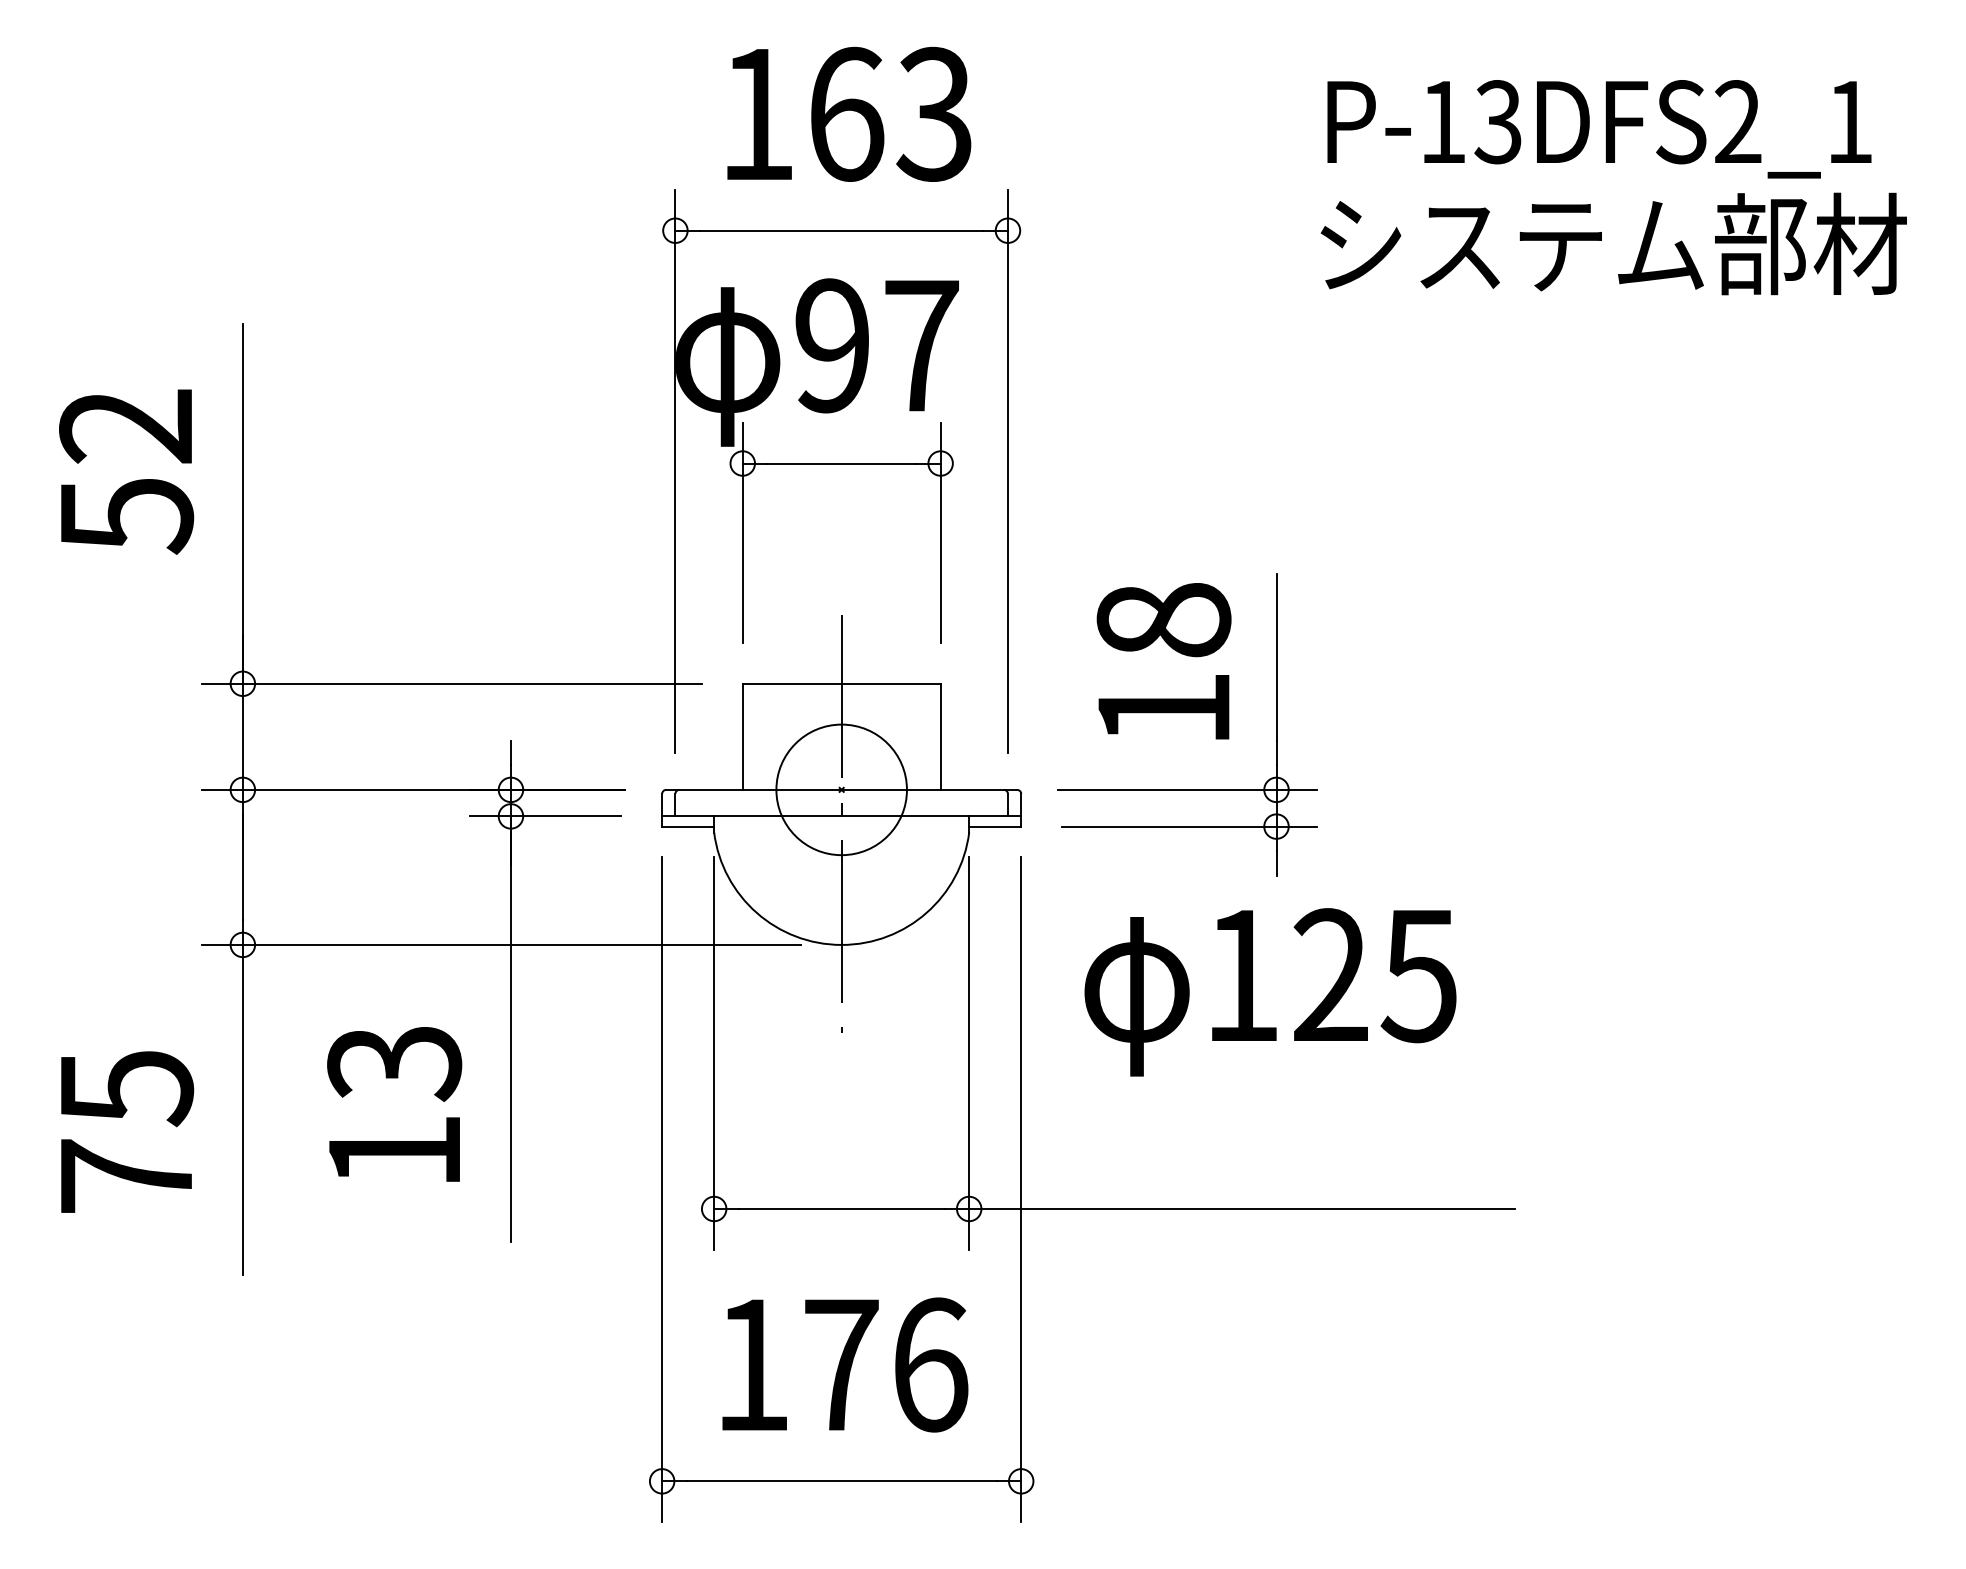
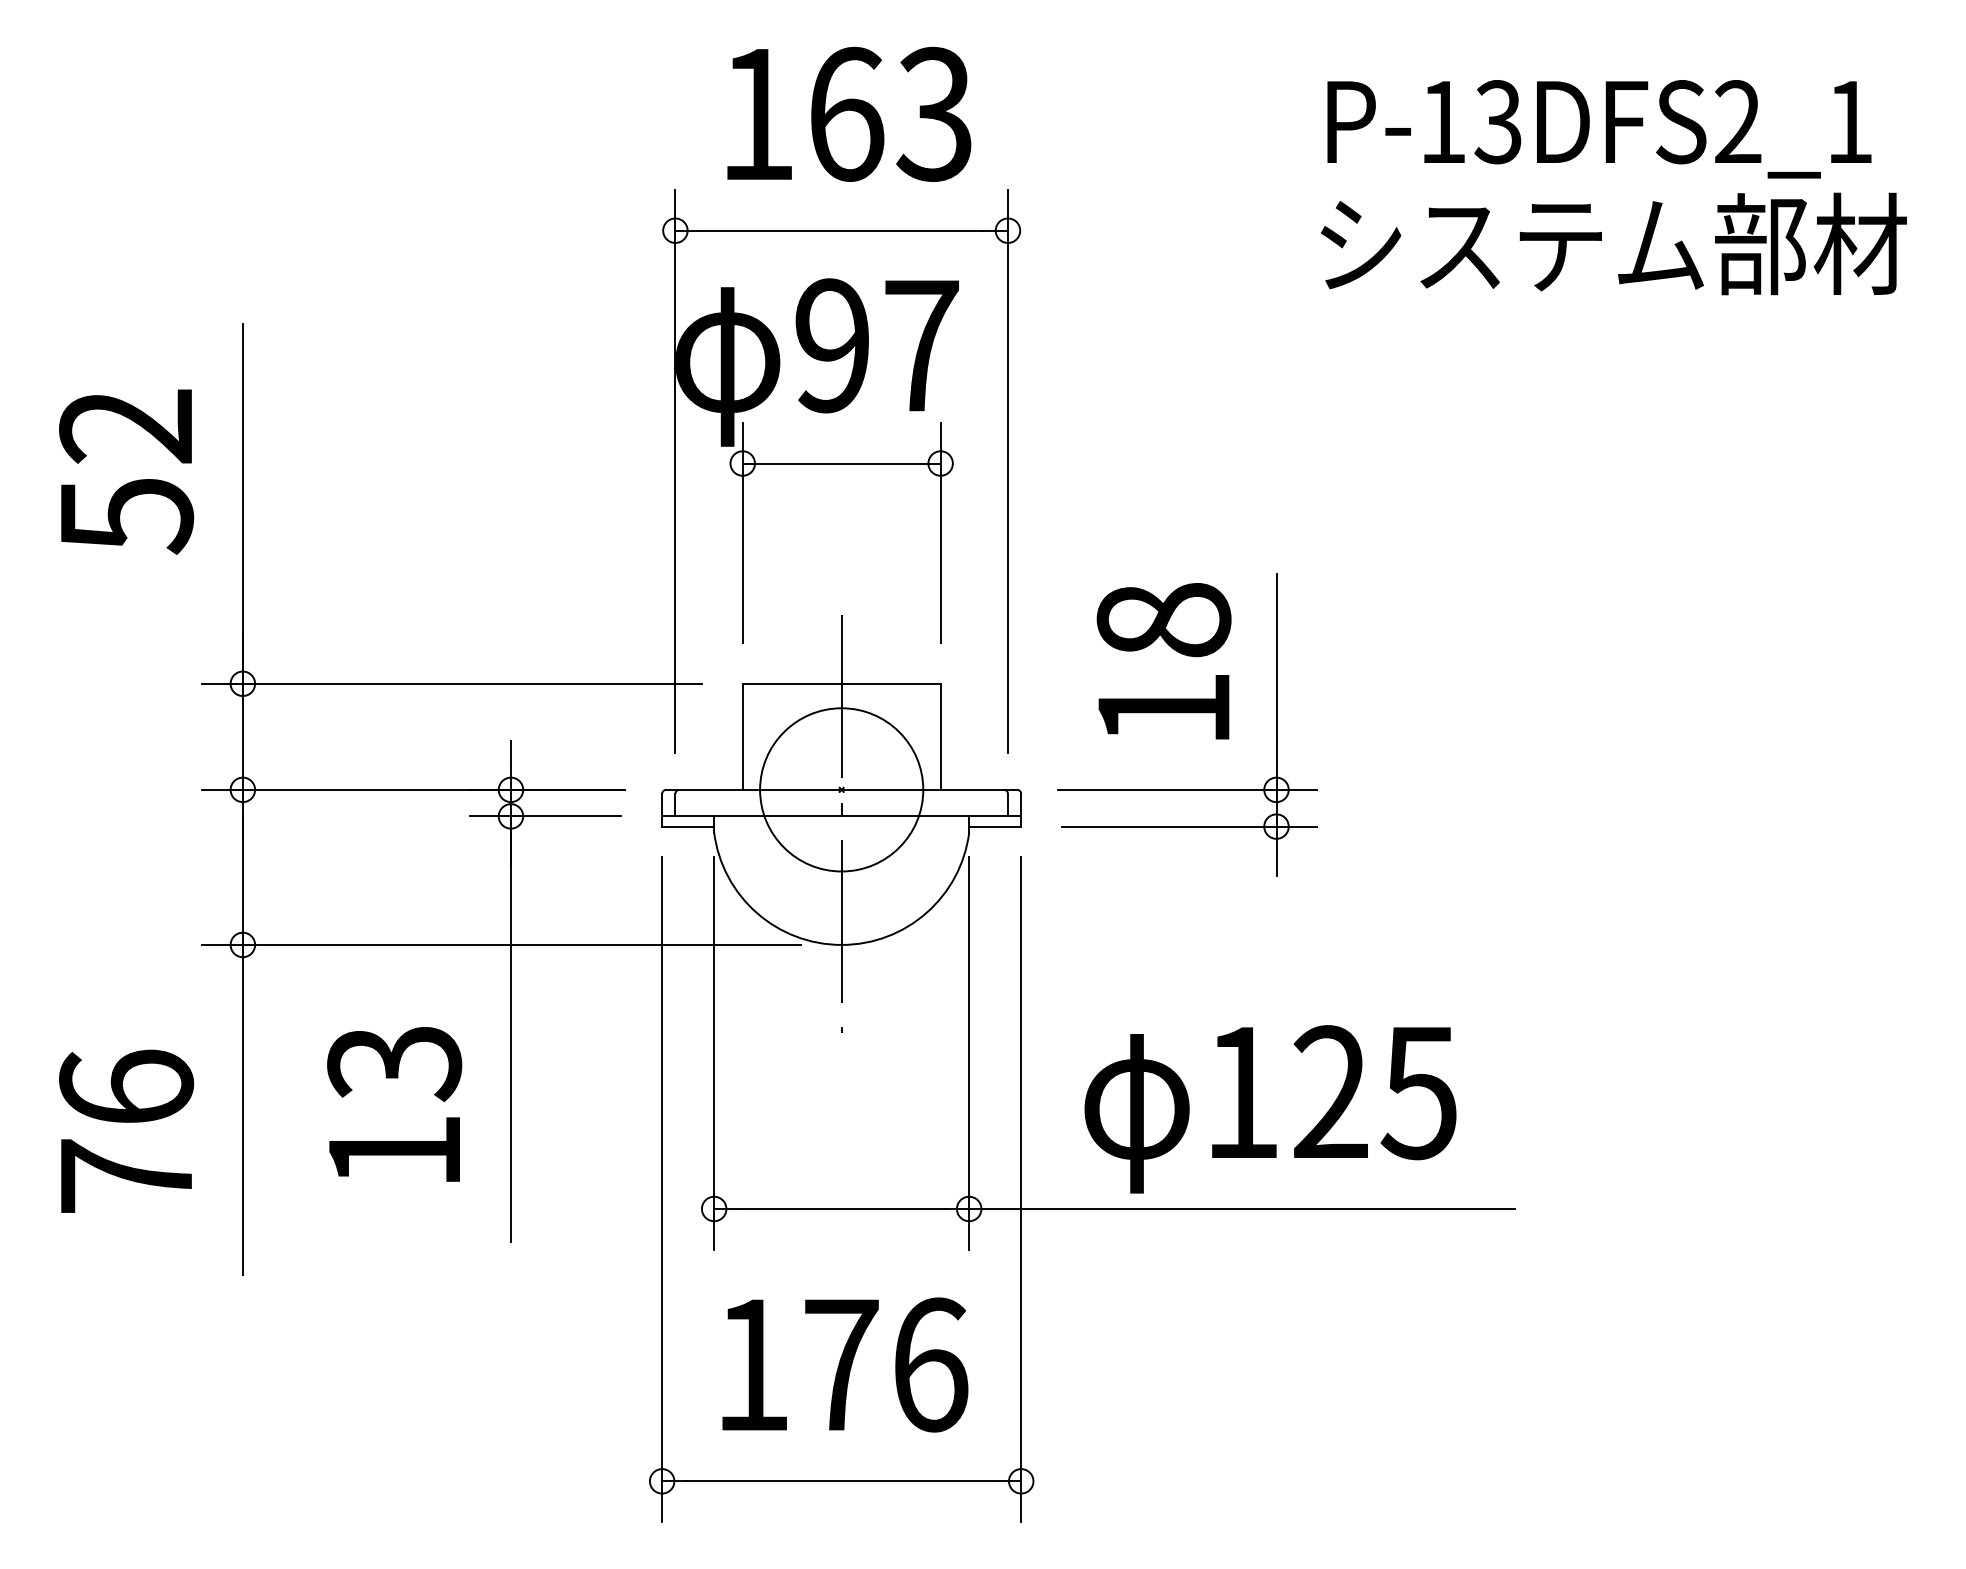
circle at (841, 789) diameter: 131 px -> 163 px
text at (1270, 992) position: (1270, 992) -> (1270, 1109)
text at (126, 1088): 75 -> 76
